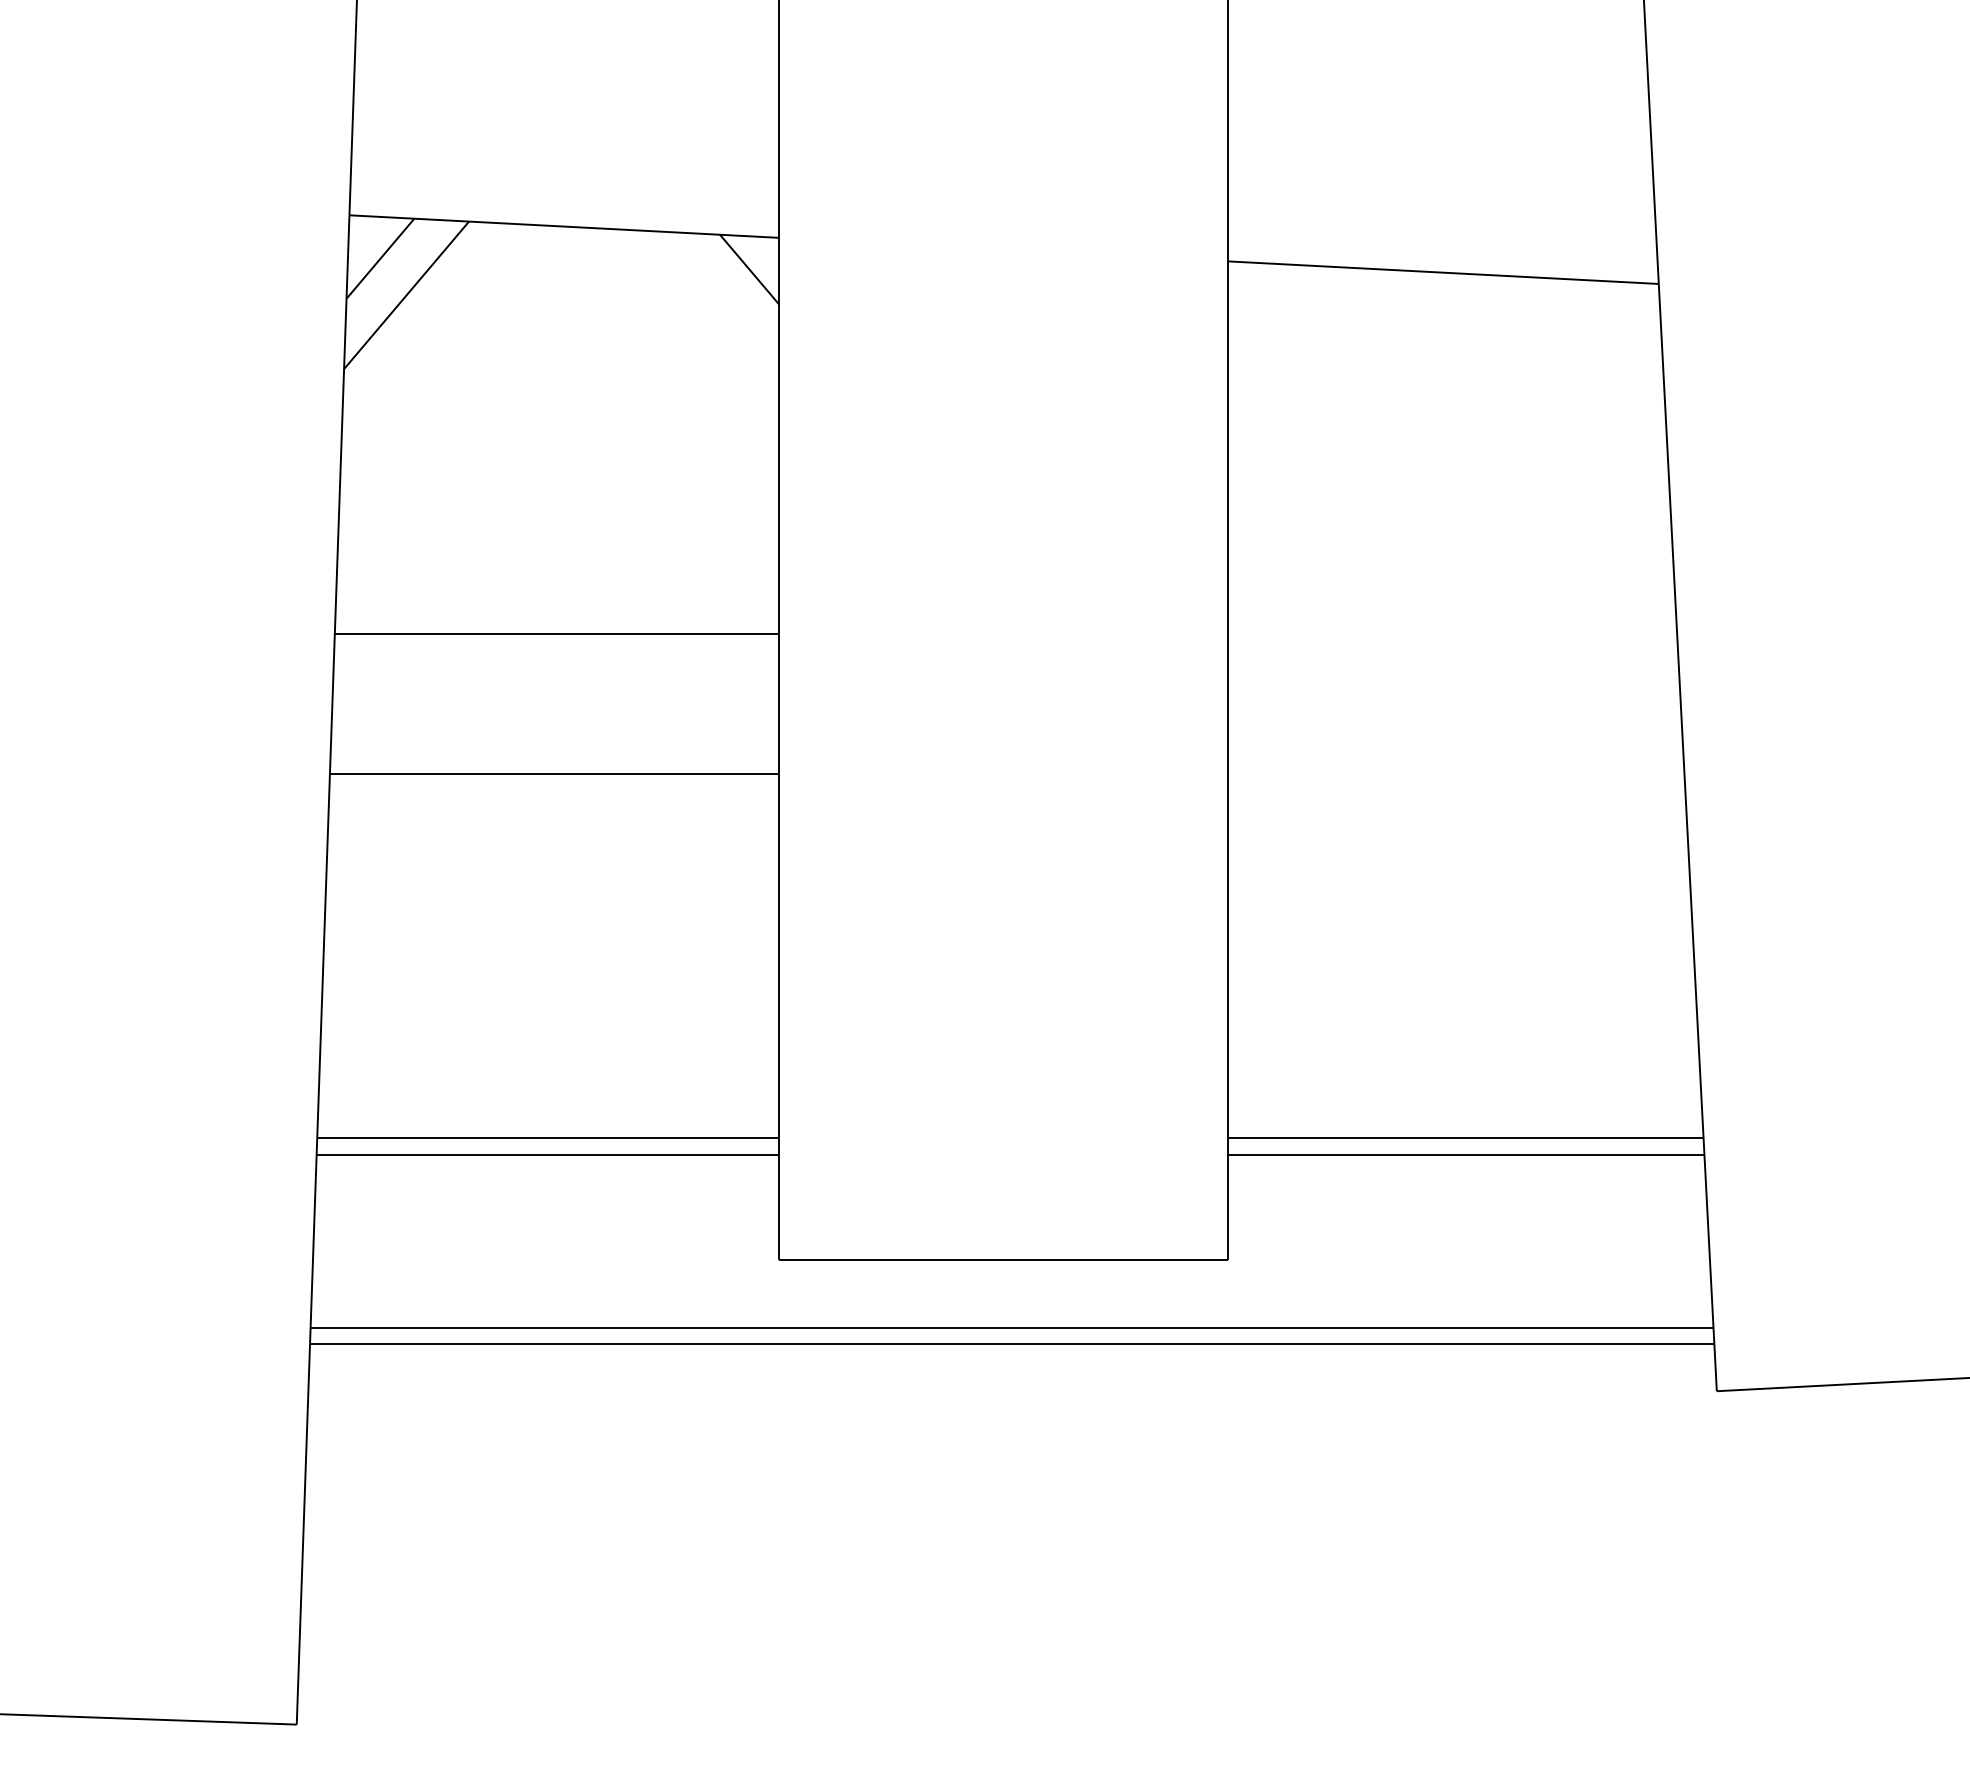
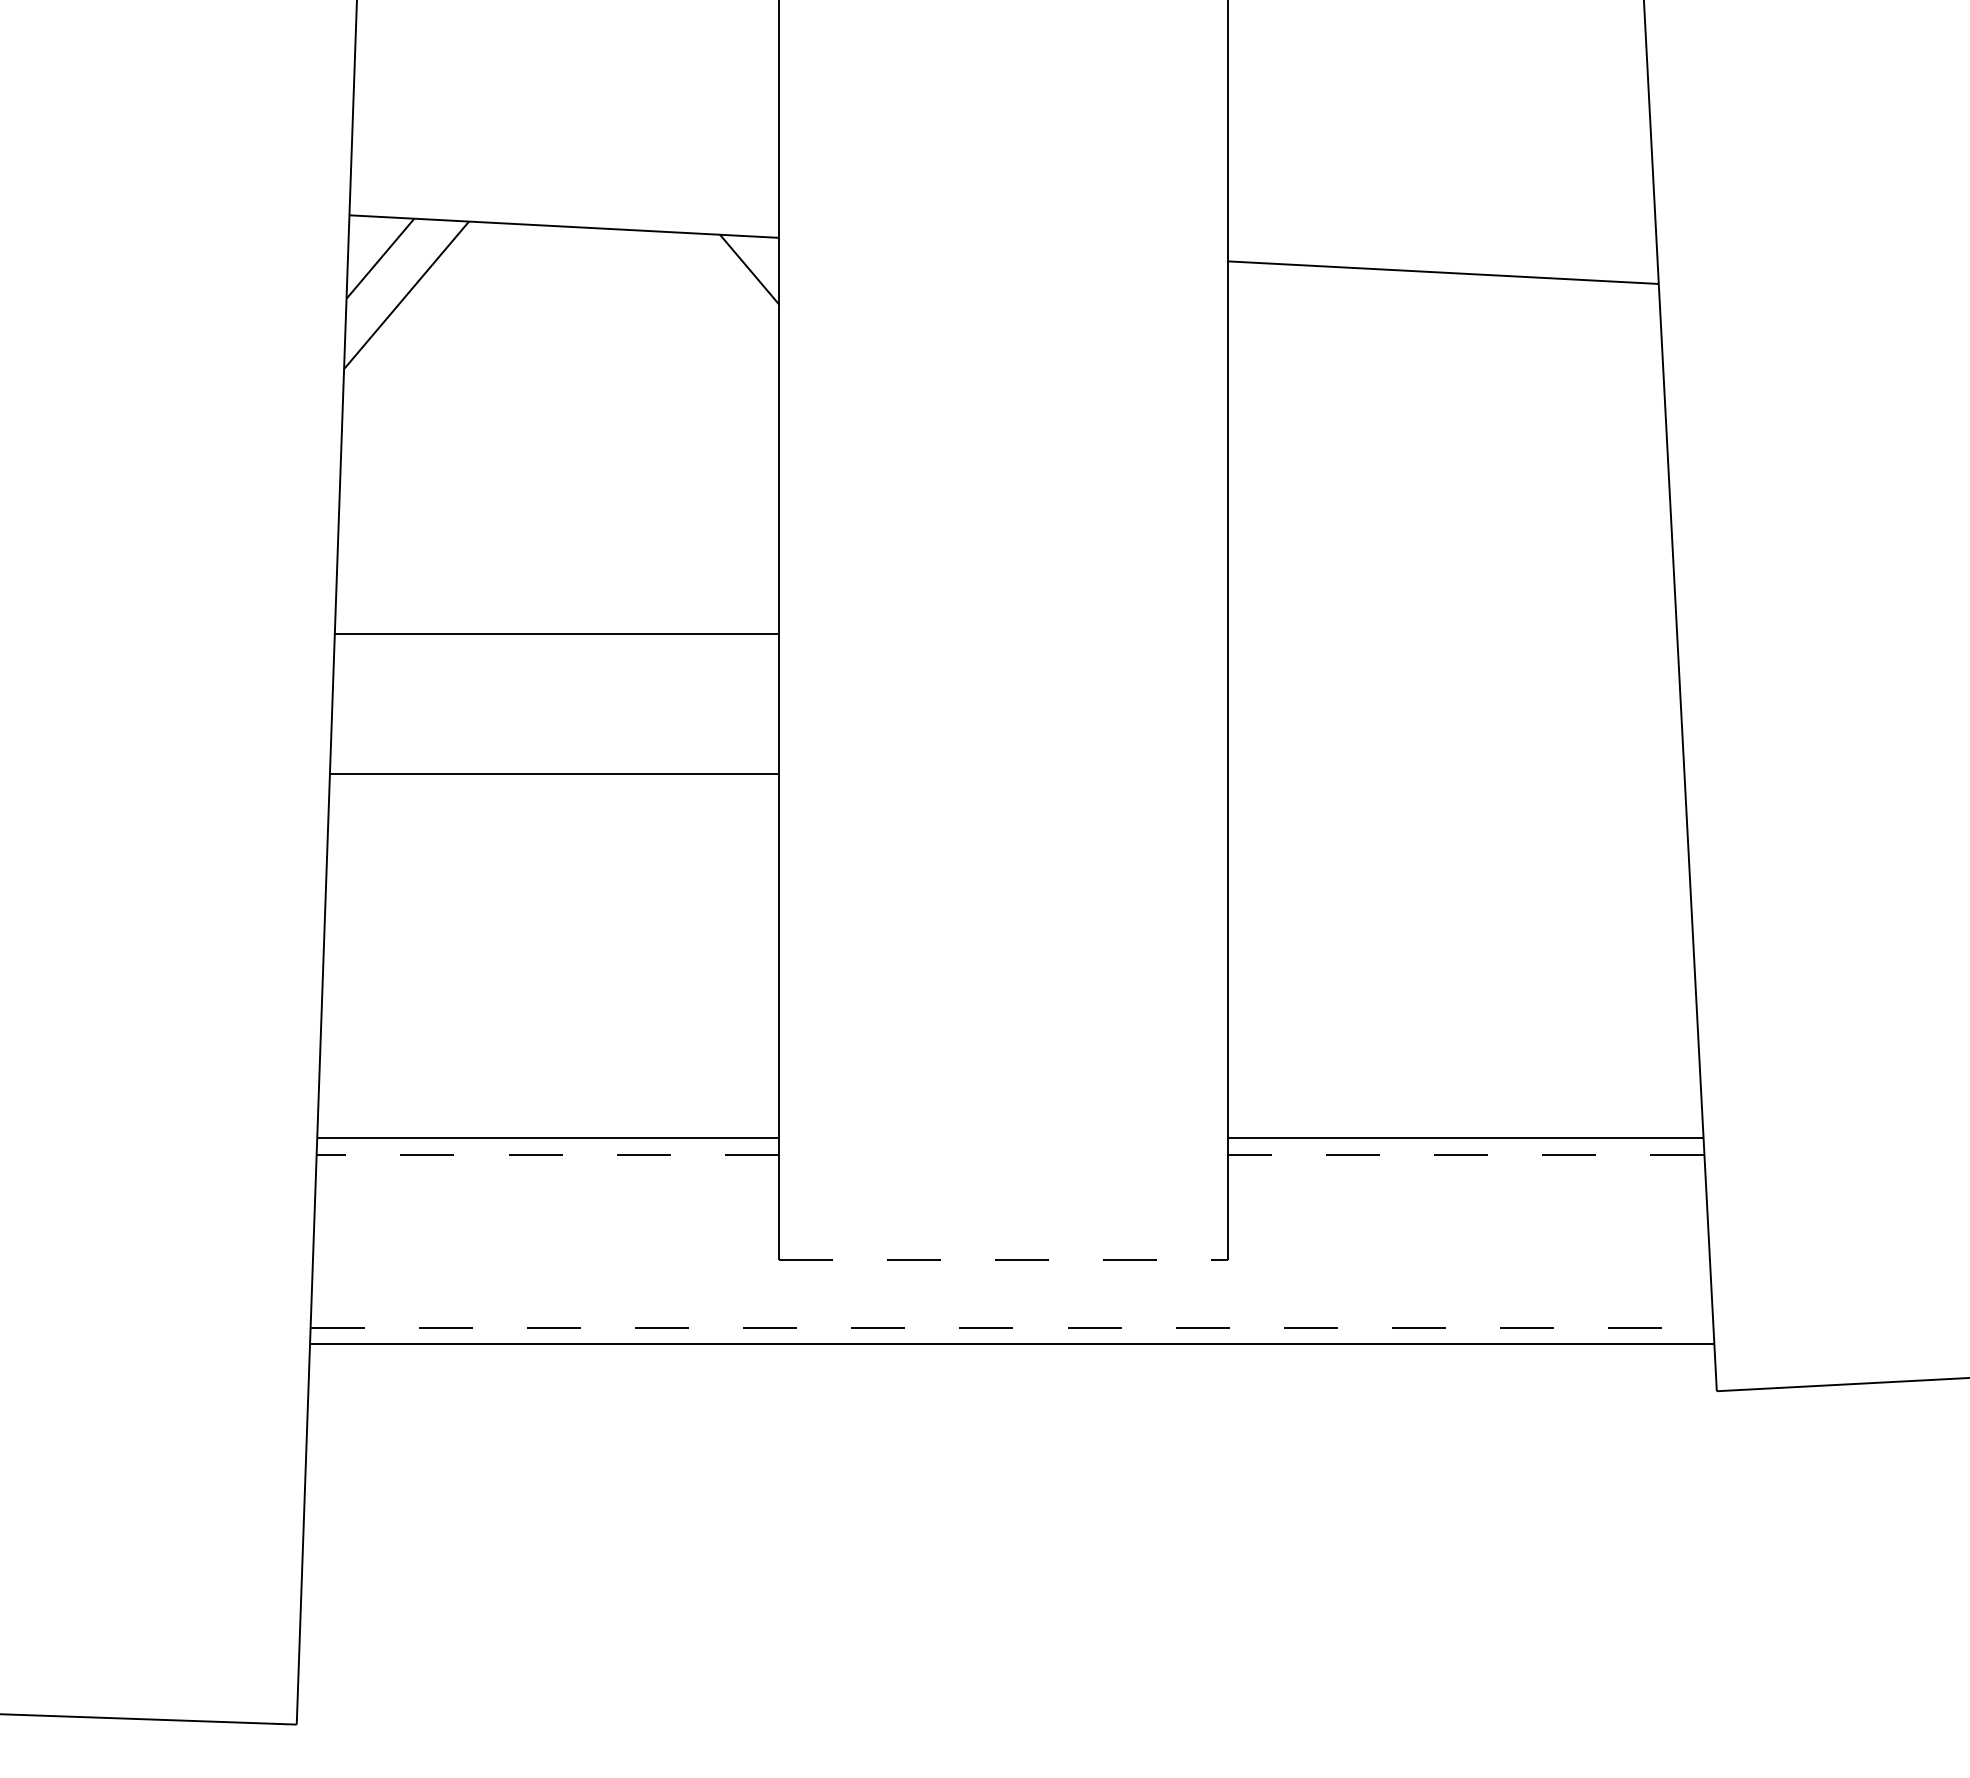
line at (547, 1154): solid -> dashed
line at (1465, 1154): solid -> dashed
line at (1003, 1259): solid -> dashed
line at (1012, 1327): solid -> dashed
